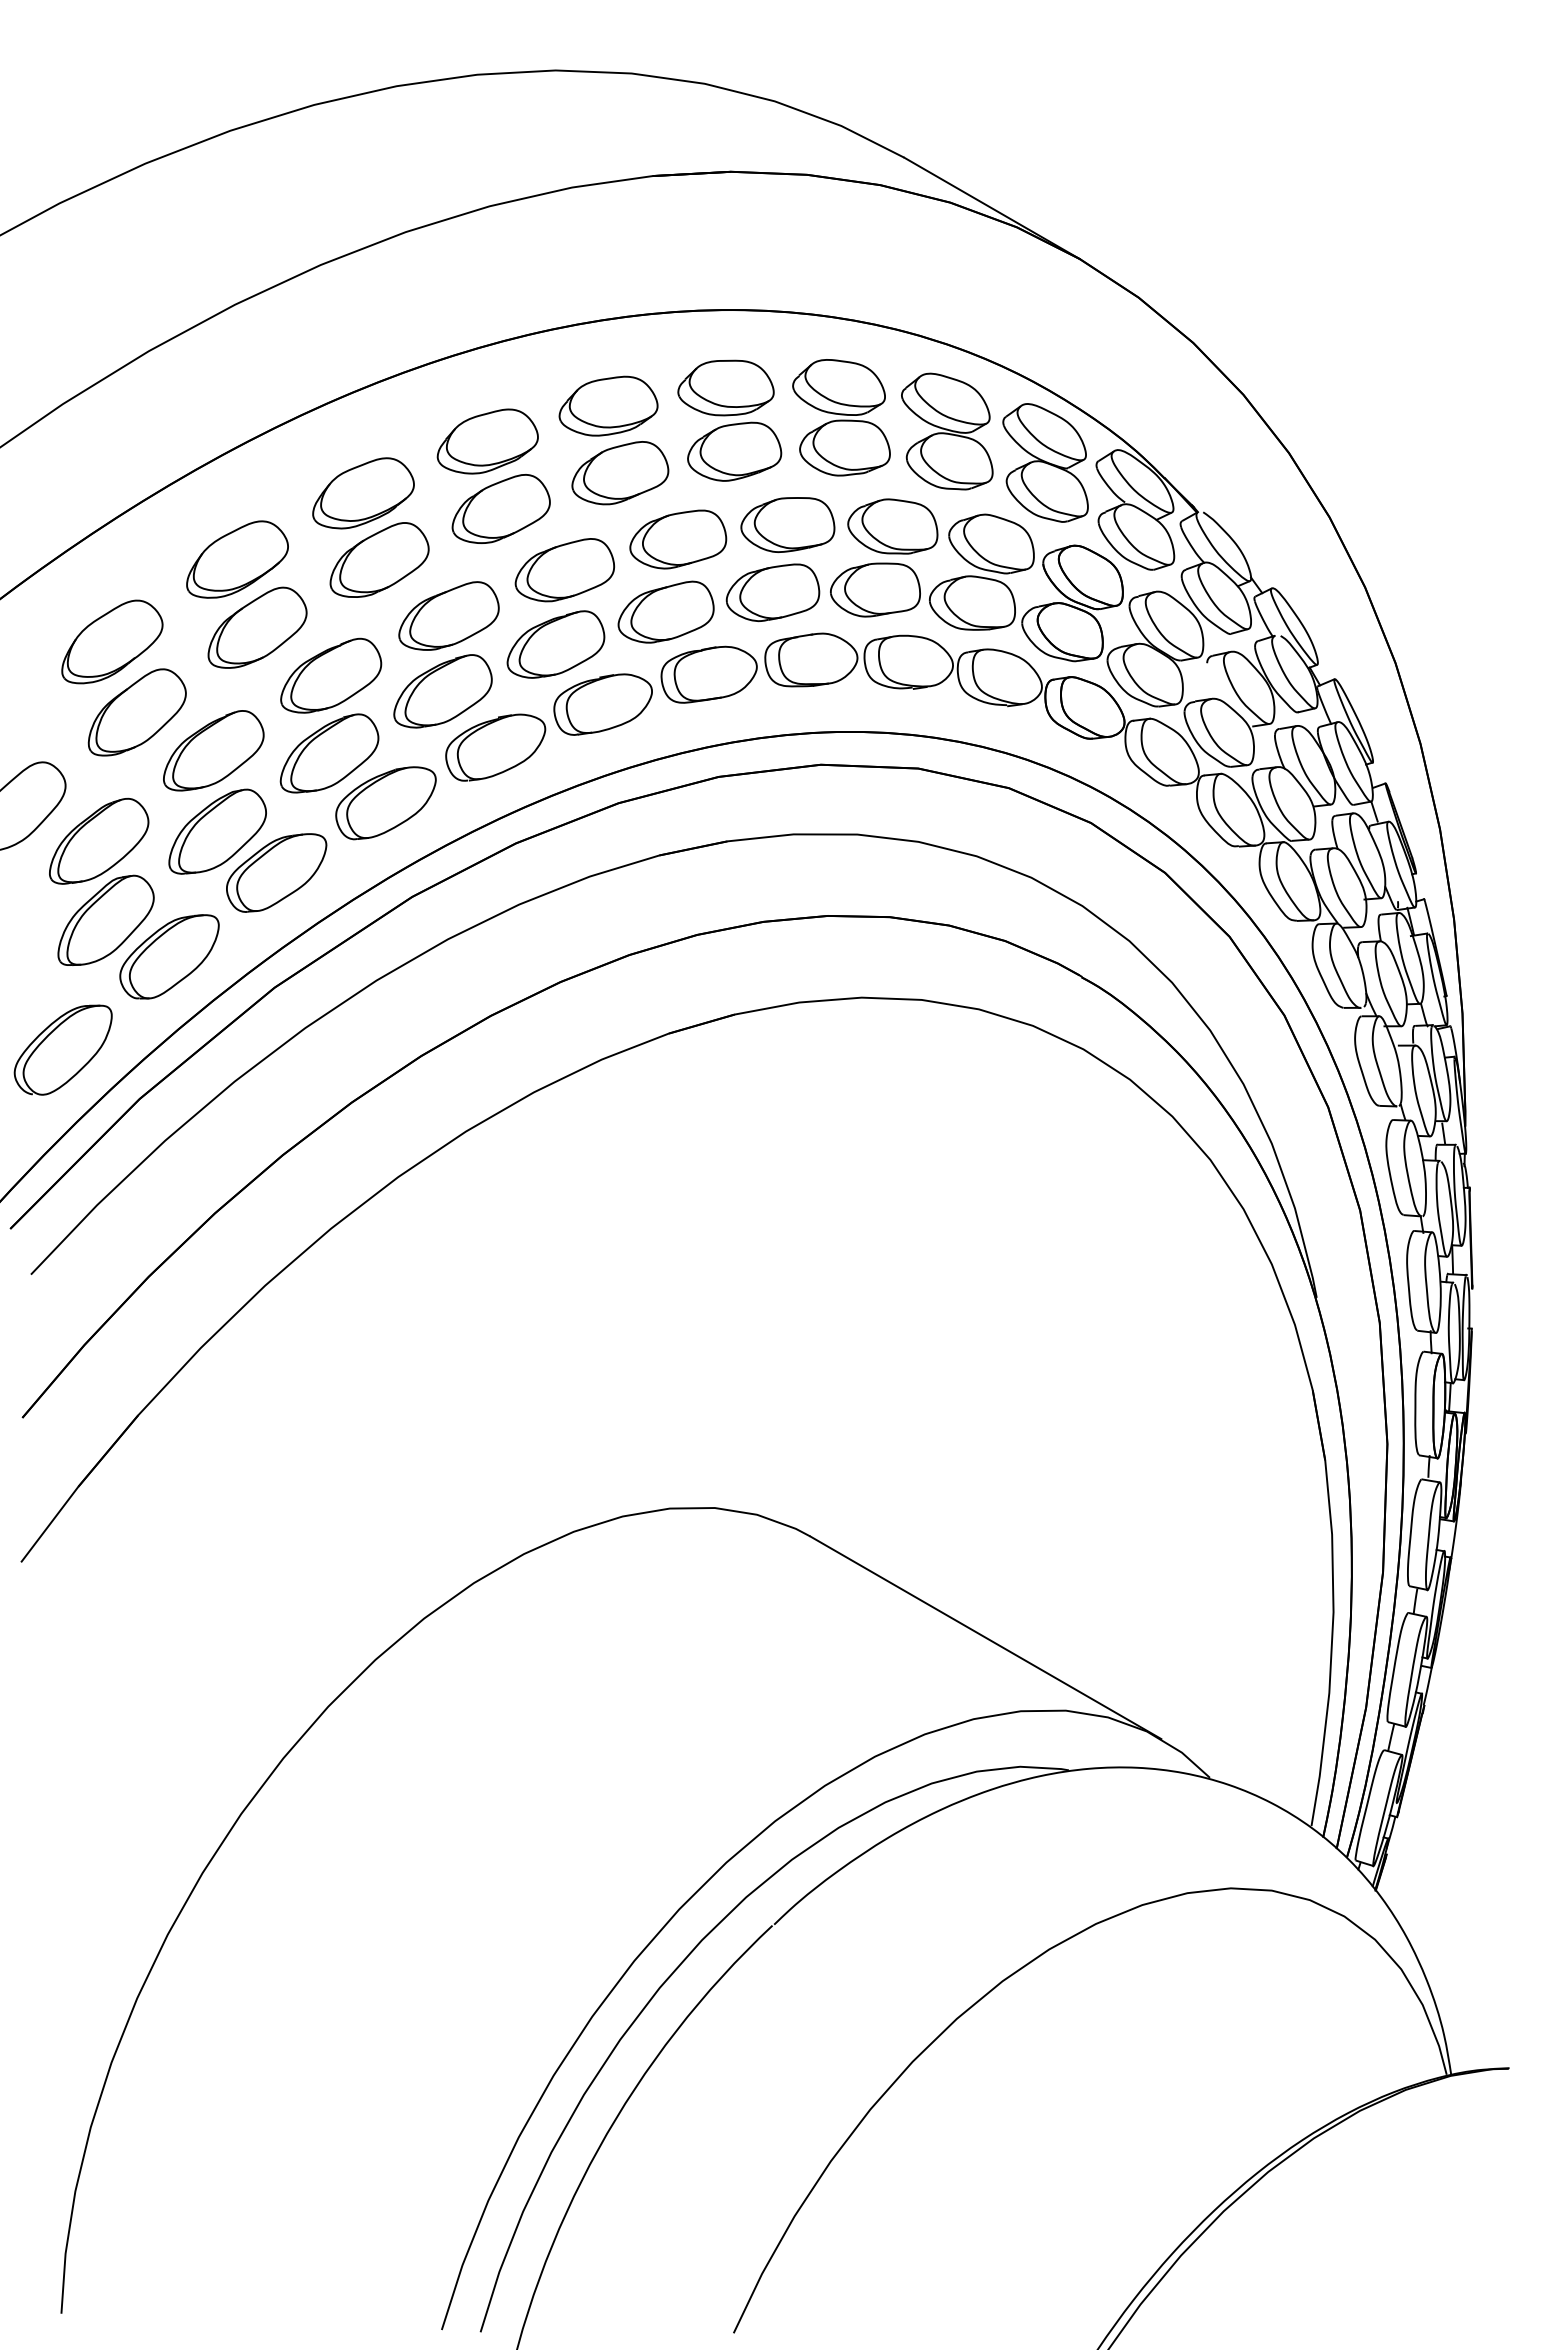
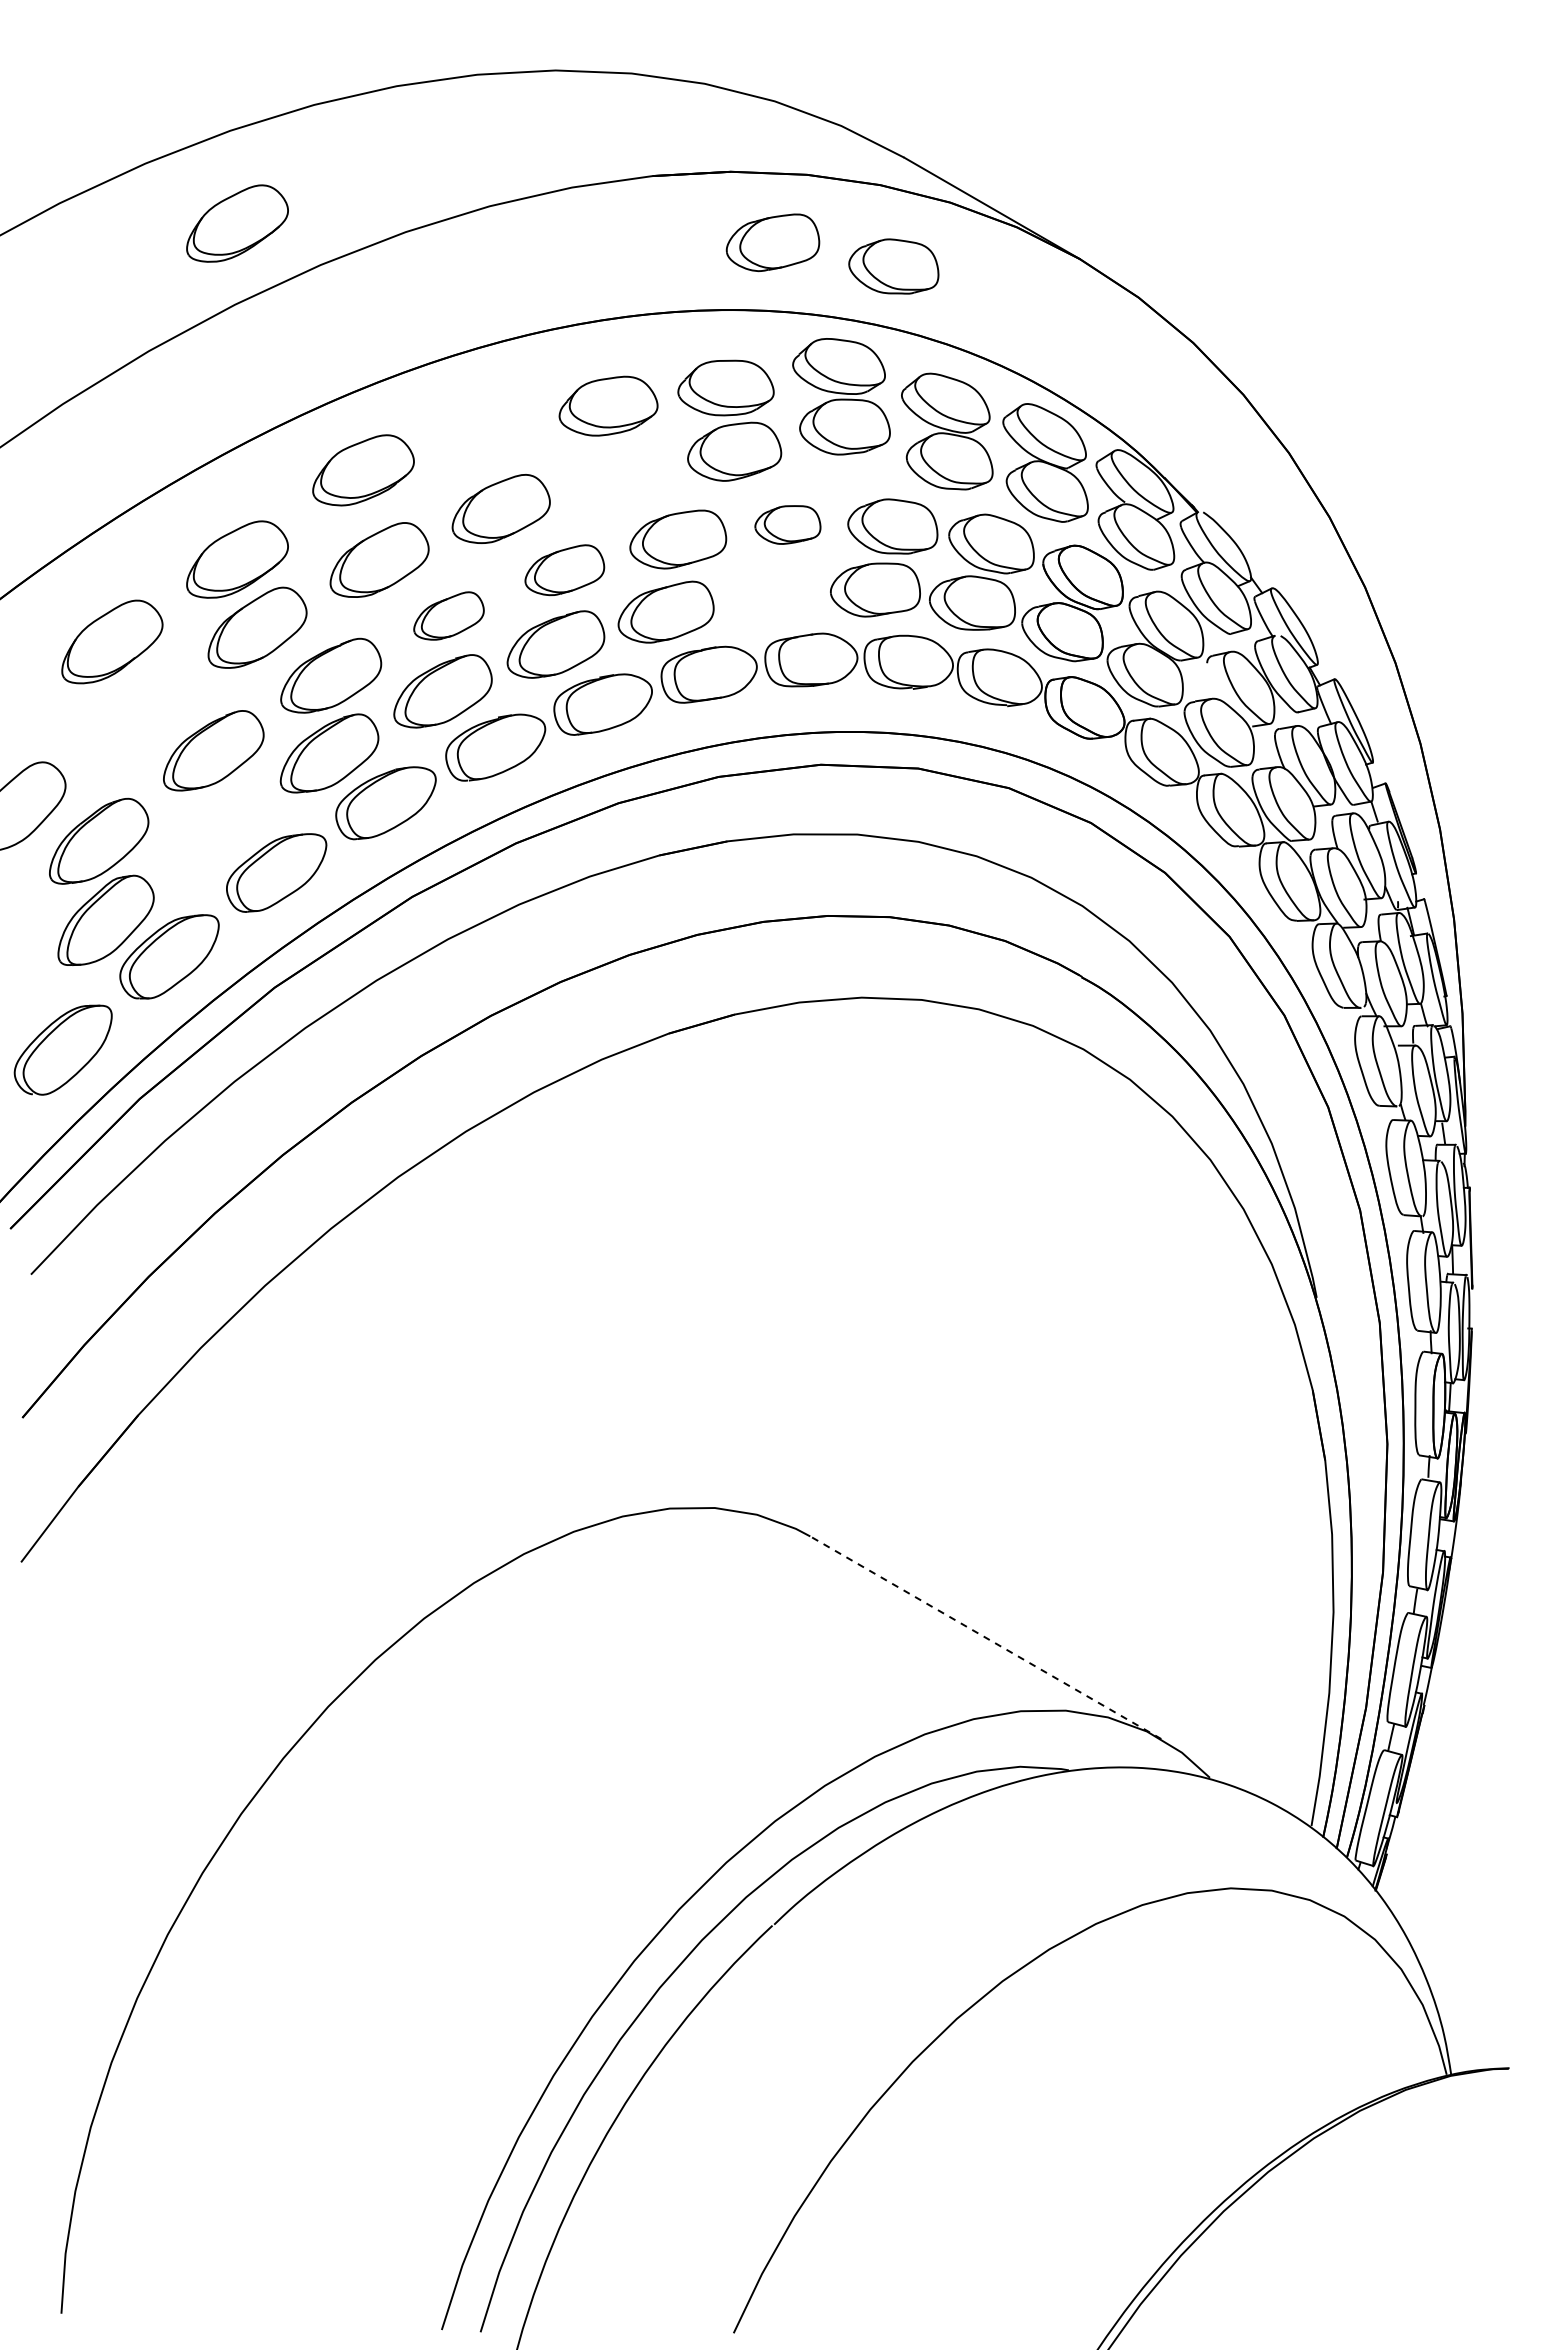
part at (237, 223): none -> present
part at (893, 266): none -> present
part at (841, 417) position: (841, 417) -> (841, 396)
part at (487, 441): present -> none
part at (620, 473): present -> none
part at (363, 493) position: (363, 493) -> (363, 470)
part at (787, 524) size: 96x56 px -> 68x40 px
part at (564, 570) size: 101x65 px -> 82x53 px
part at (772, 592) position: (772, 592) -> (772, 242)
part at (448, 615) size: 102x70 px -> 72x50 px
part at (136, 712): present -> none
part at (217, 831): present -> none
line at (985, 1637): solid -> dashed
